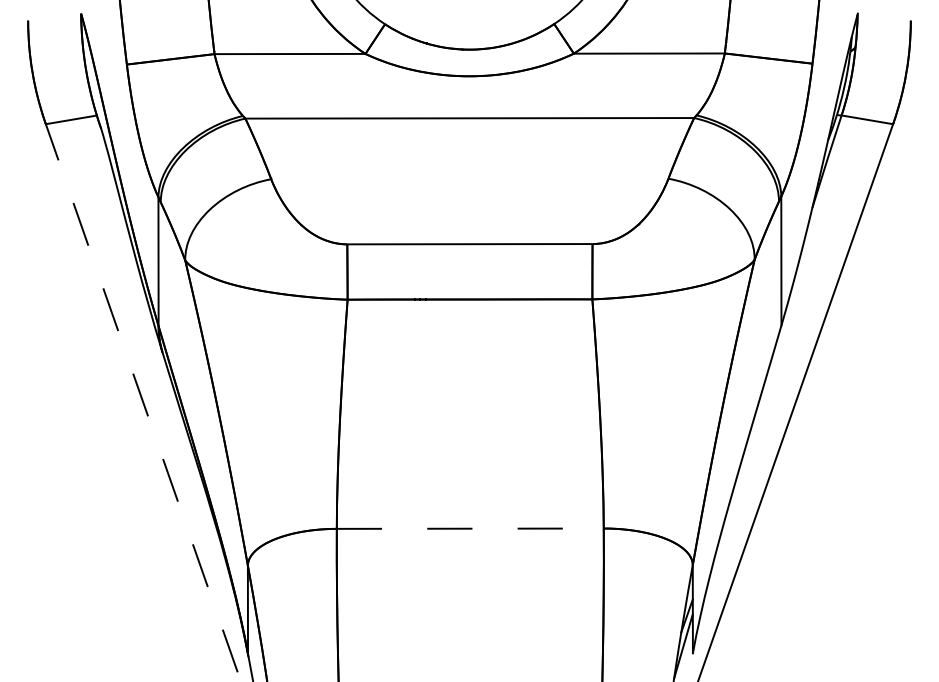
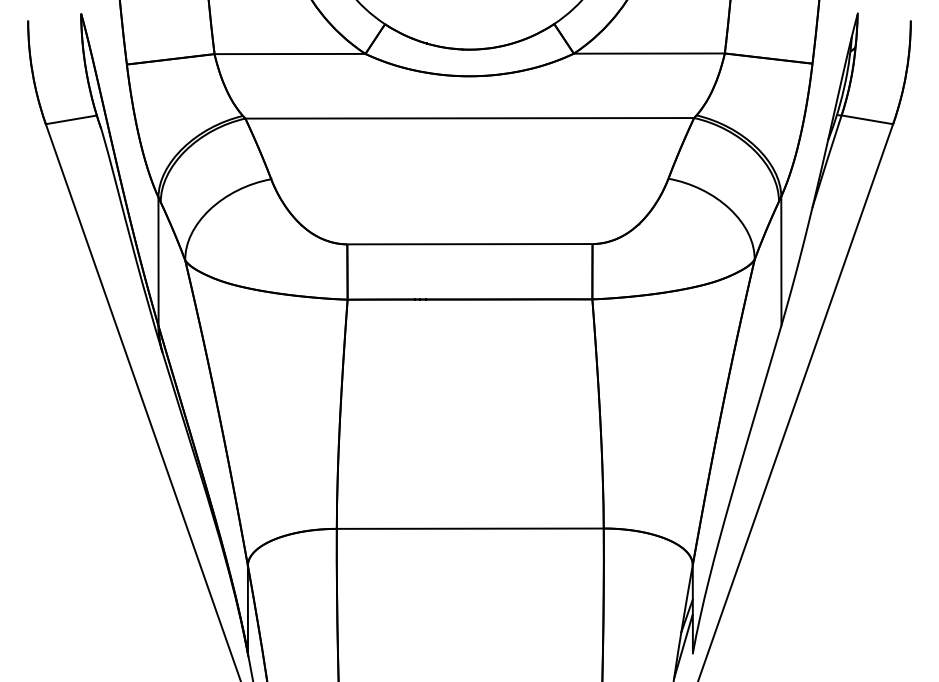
line at (143, 402): dashed -> solid
line at (470, 528): dashed -> solid
